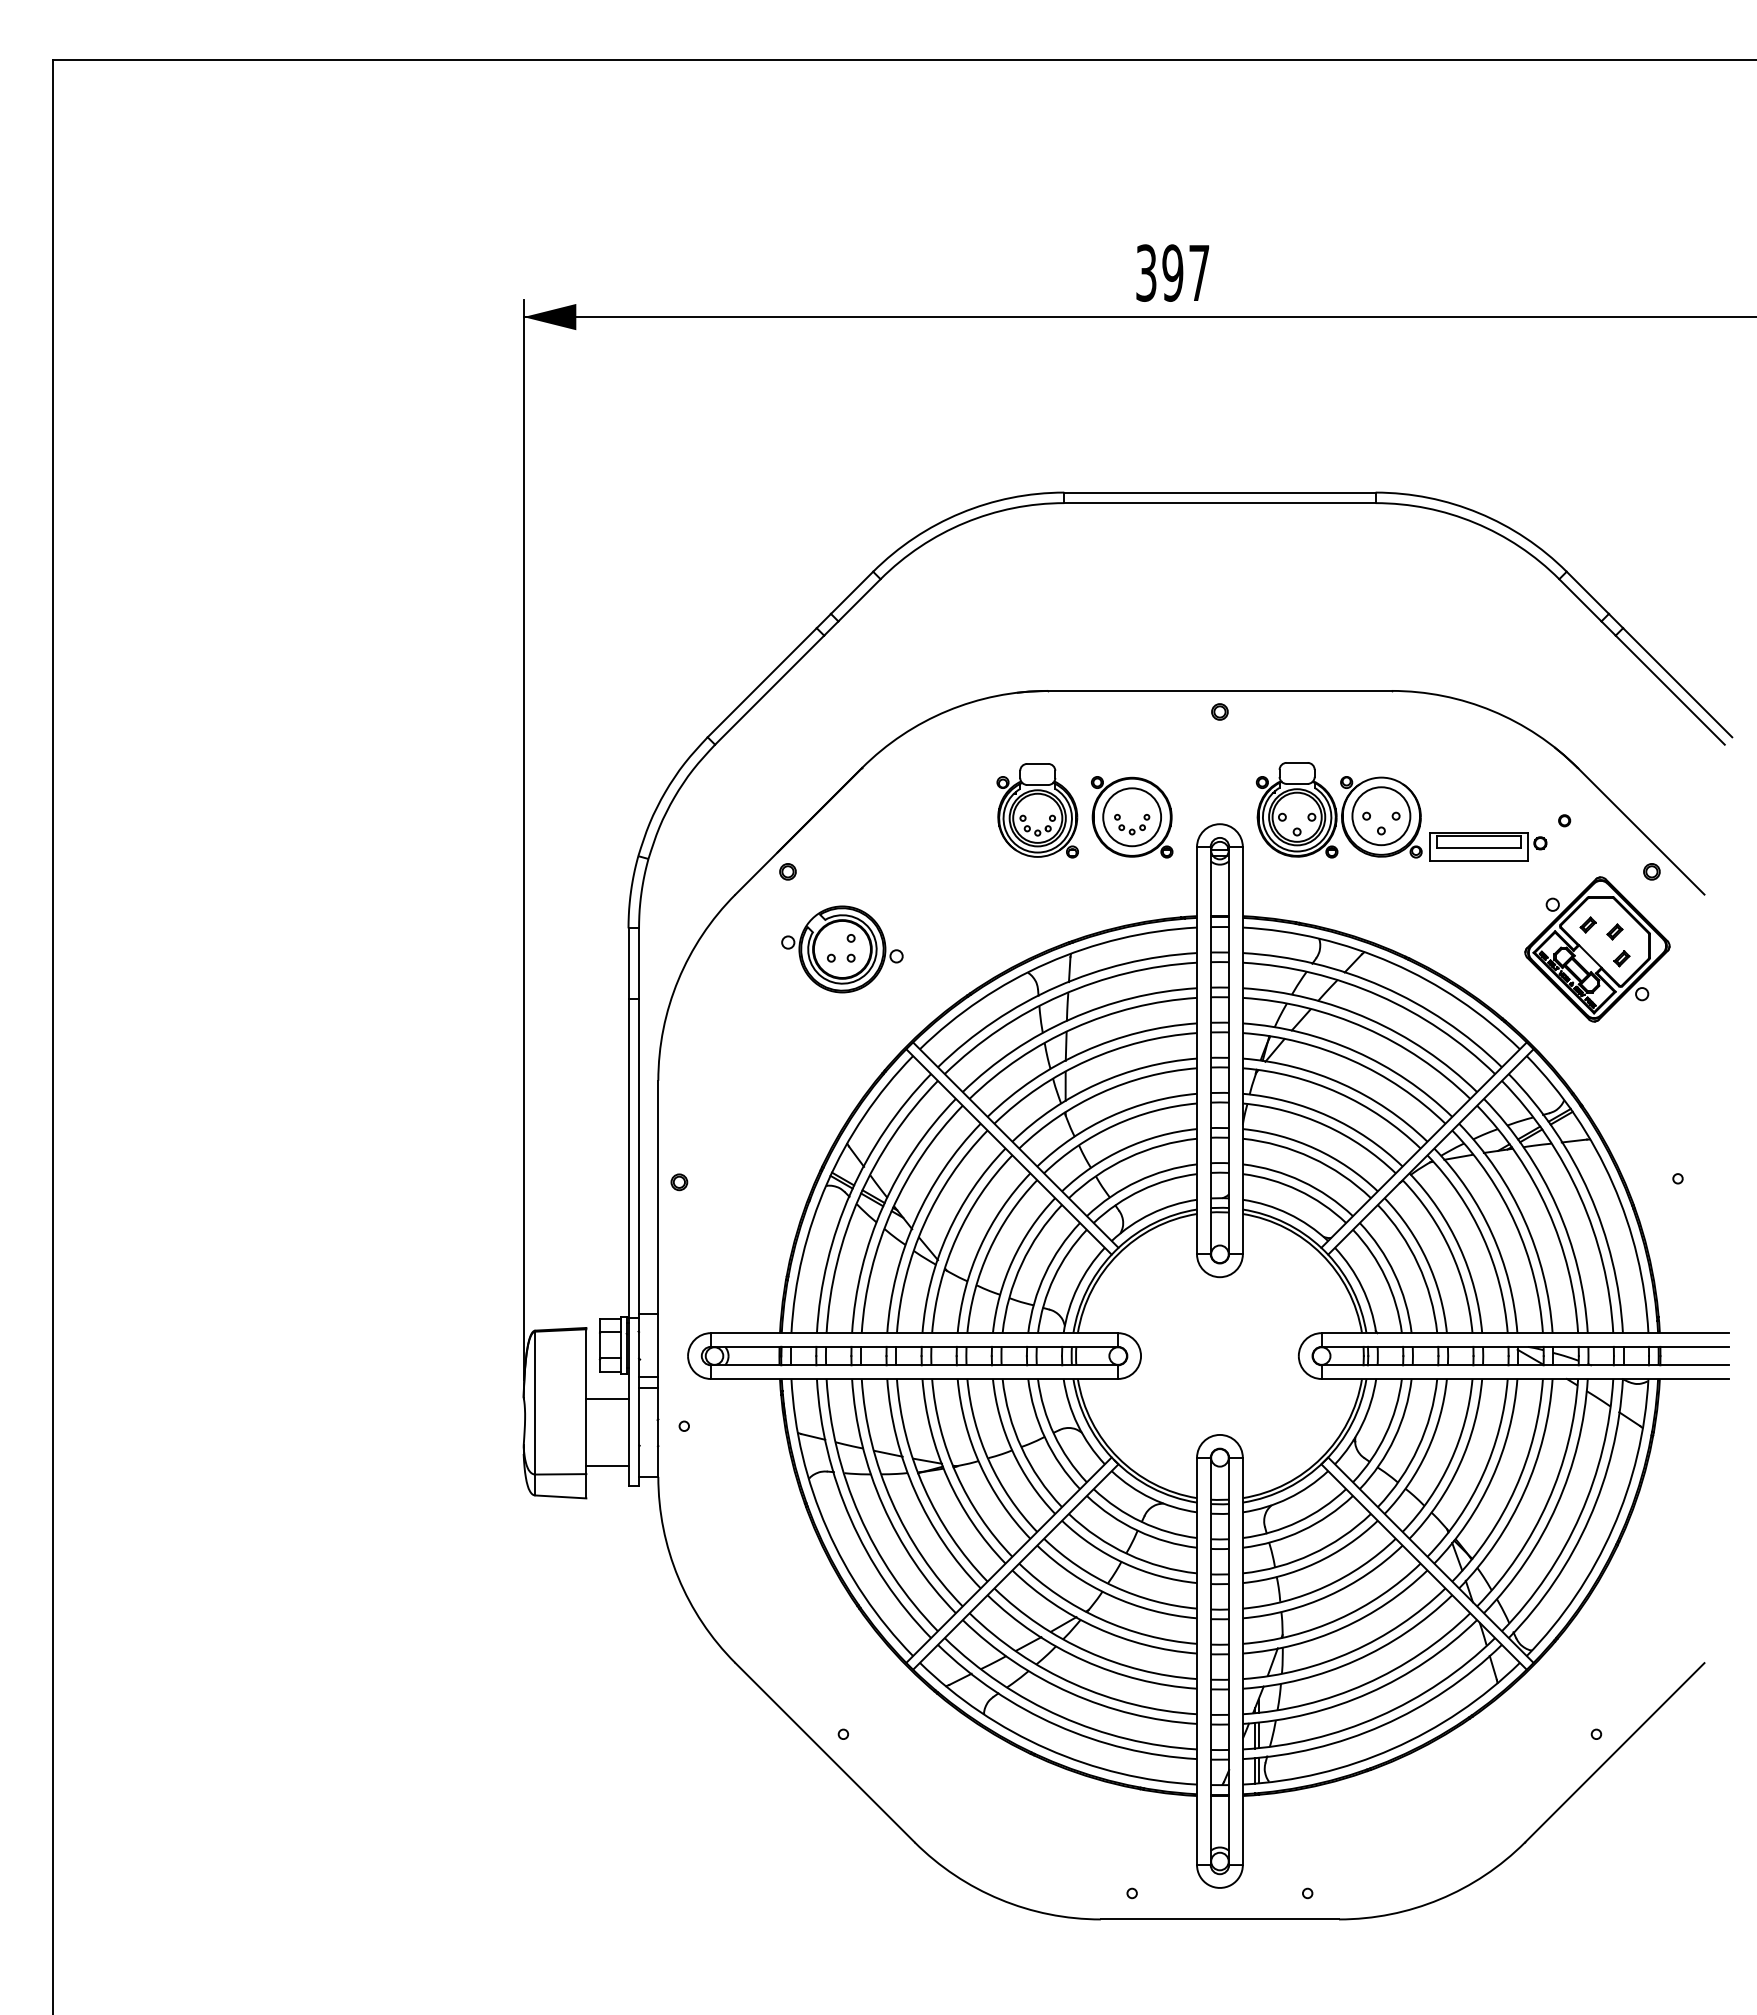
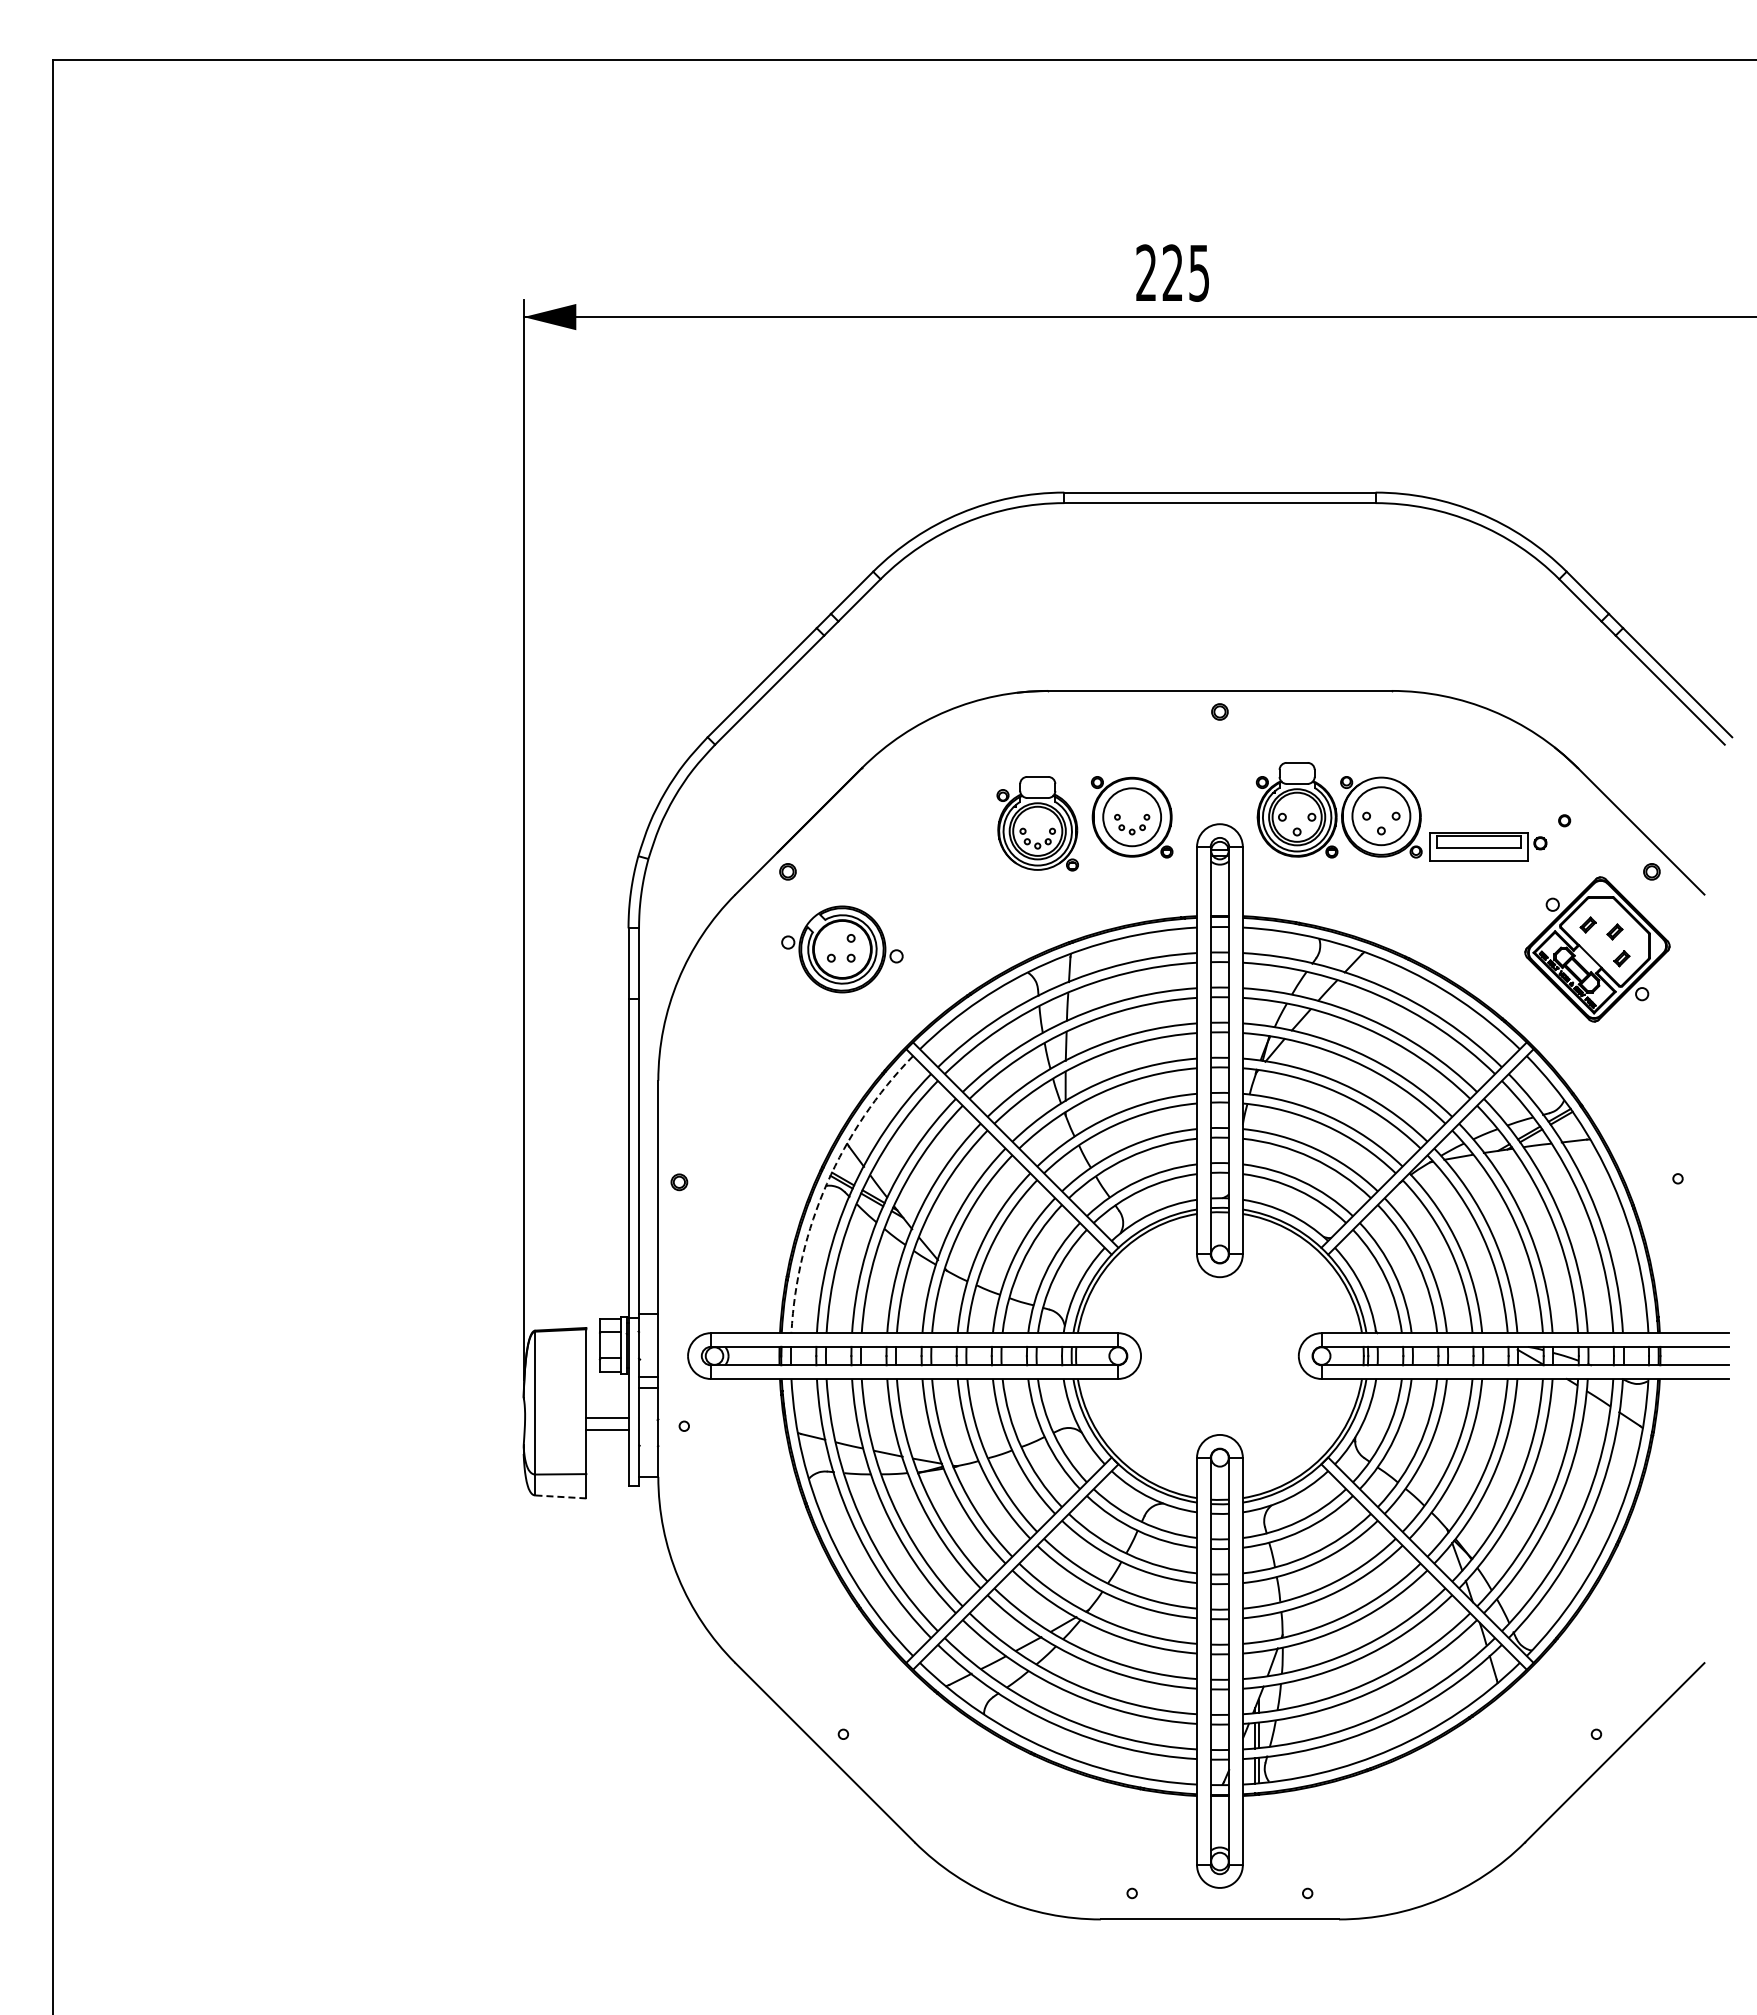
text at (1172, 272): 397 -> 225
part at (1037, 810) position: (1037, 810) -> (1037, 823)
arc at (827, 1183): solid -> dashed
line at (607, 1399) position: (607, 1399) -> (607, 1418)
line at (607, 1465) position: (607, 1465) -> (607, 1429)
line at (560, 1496): solid -> dashed
